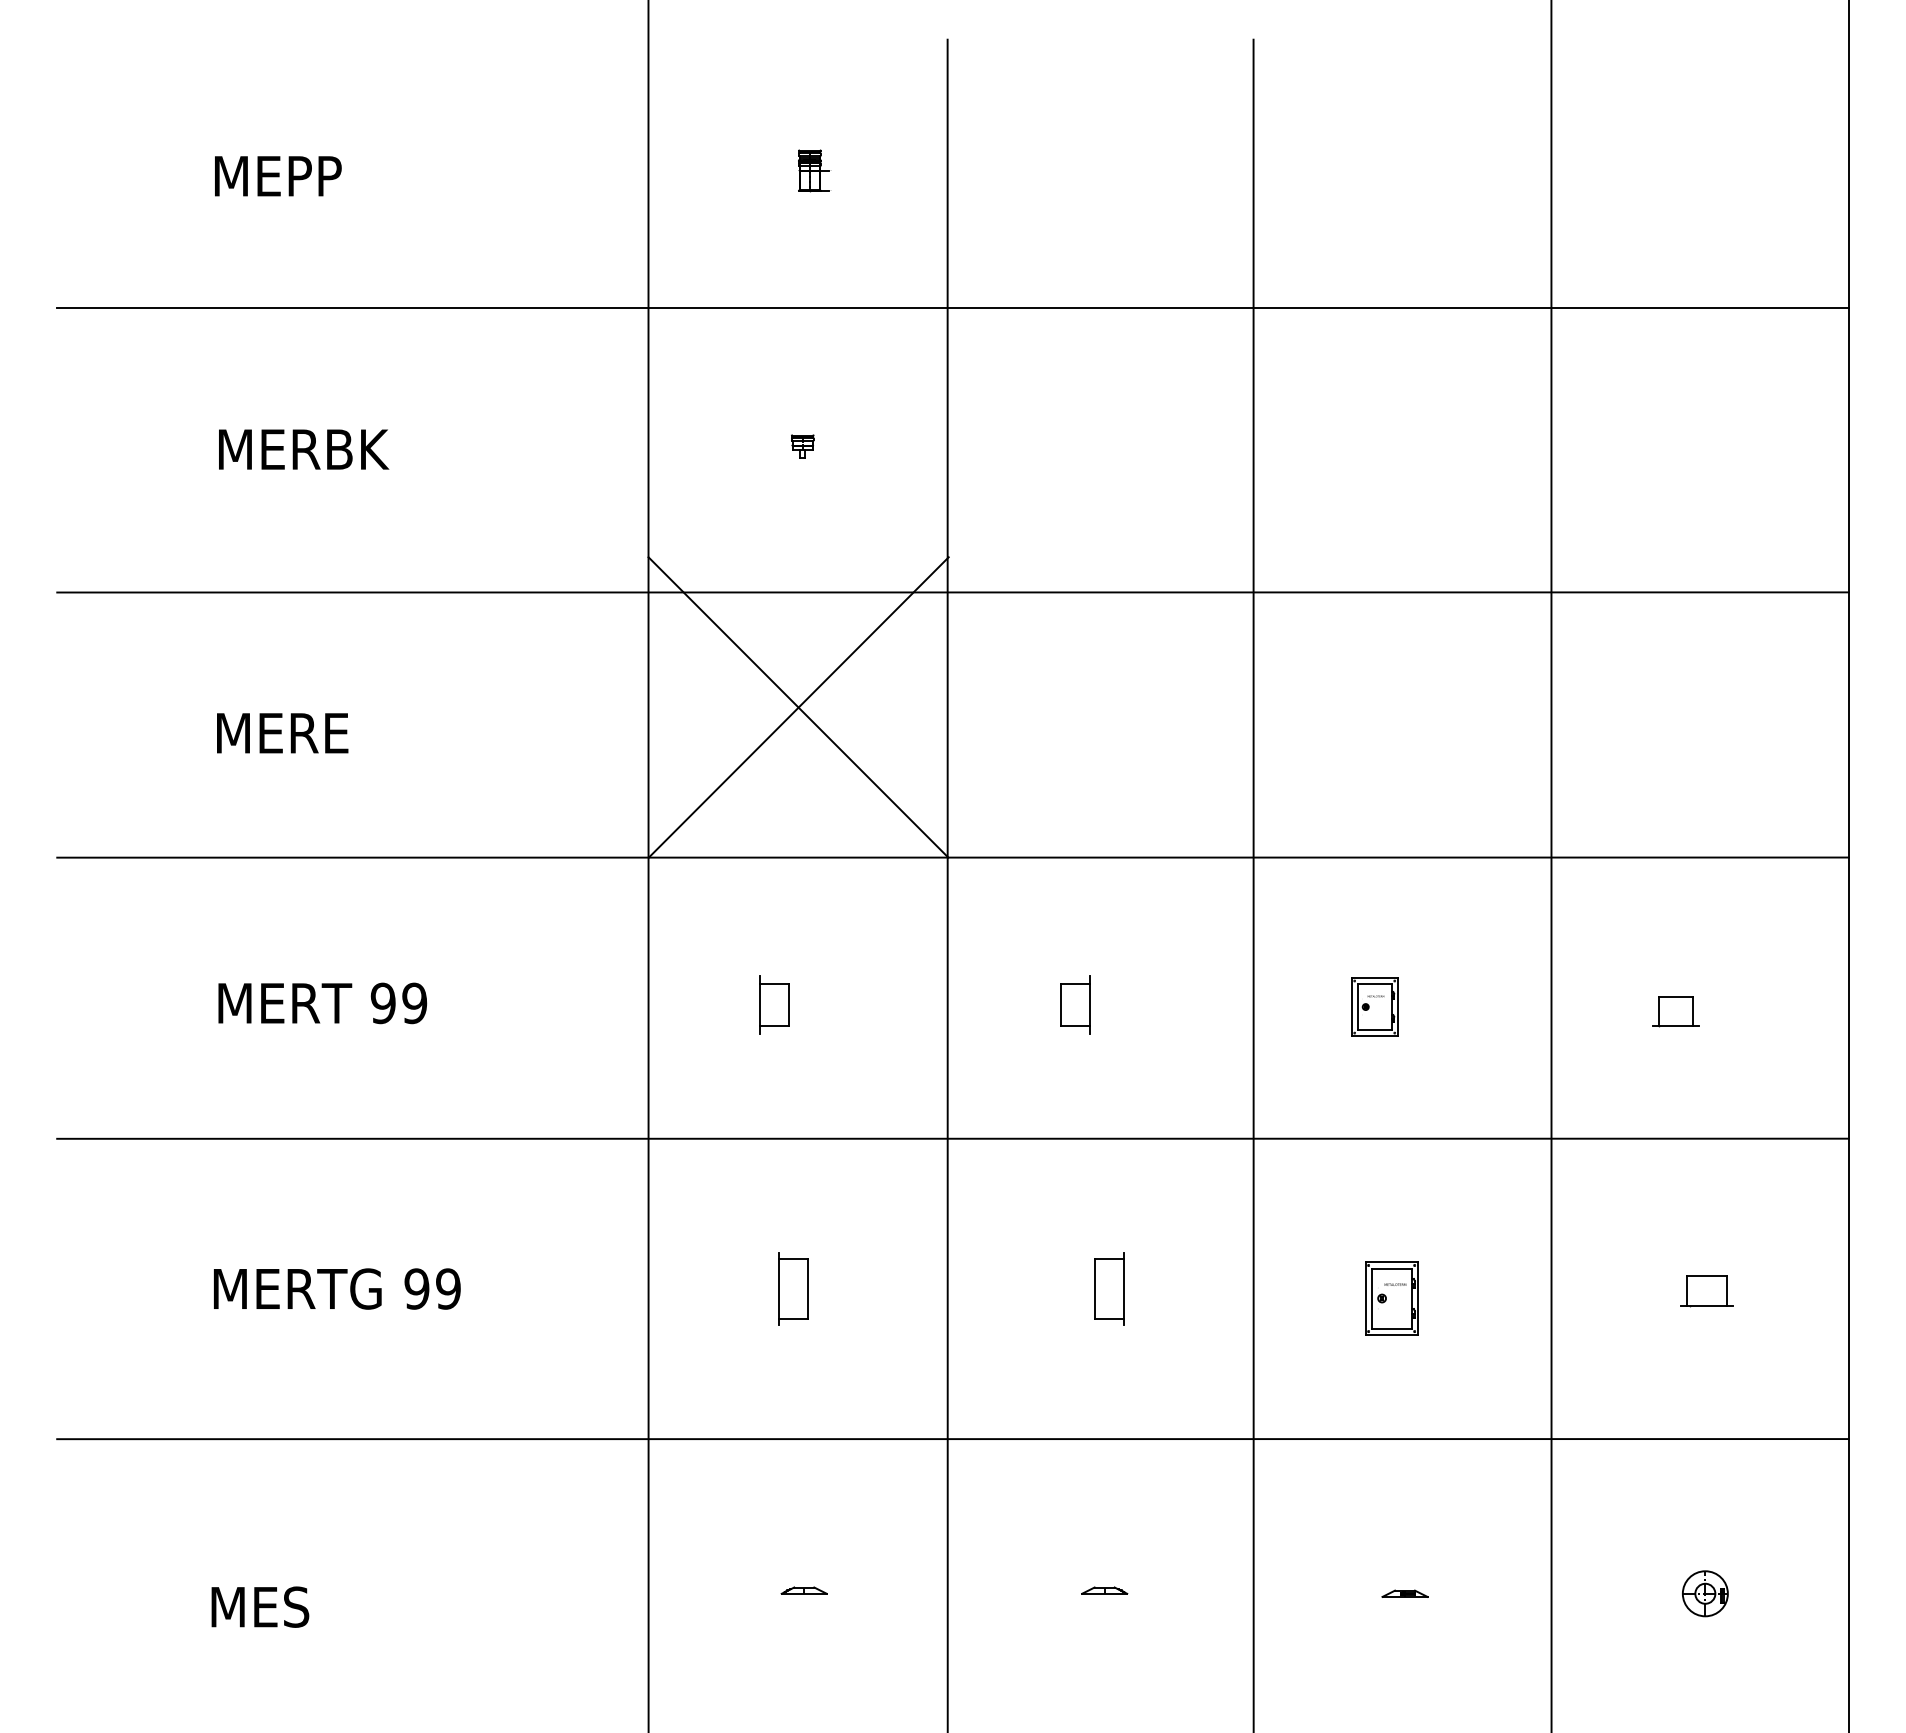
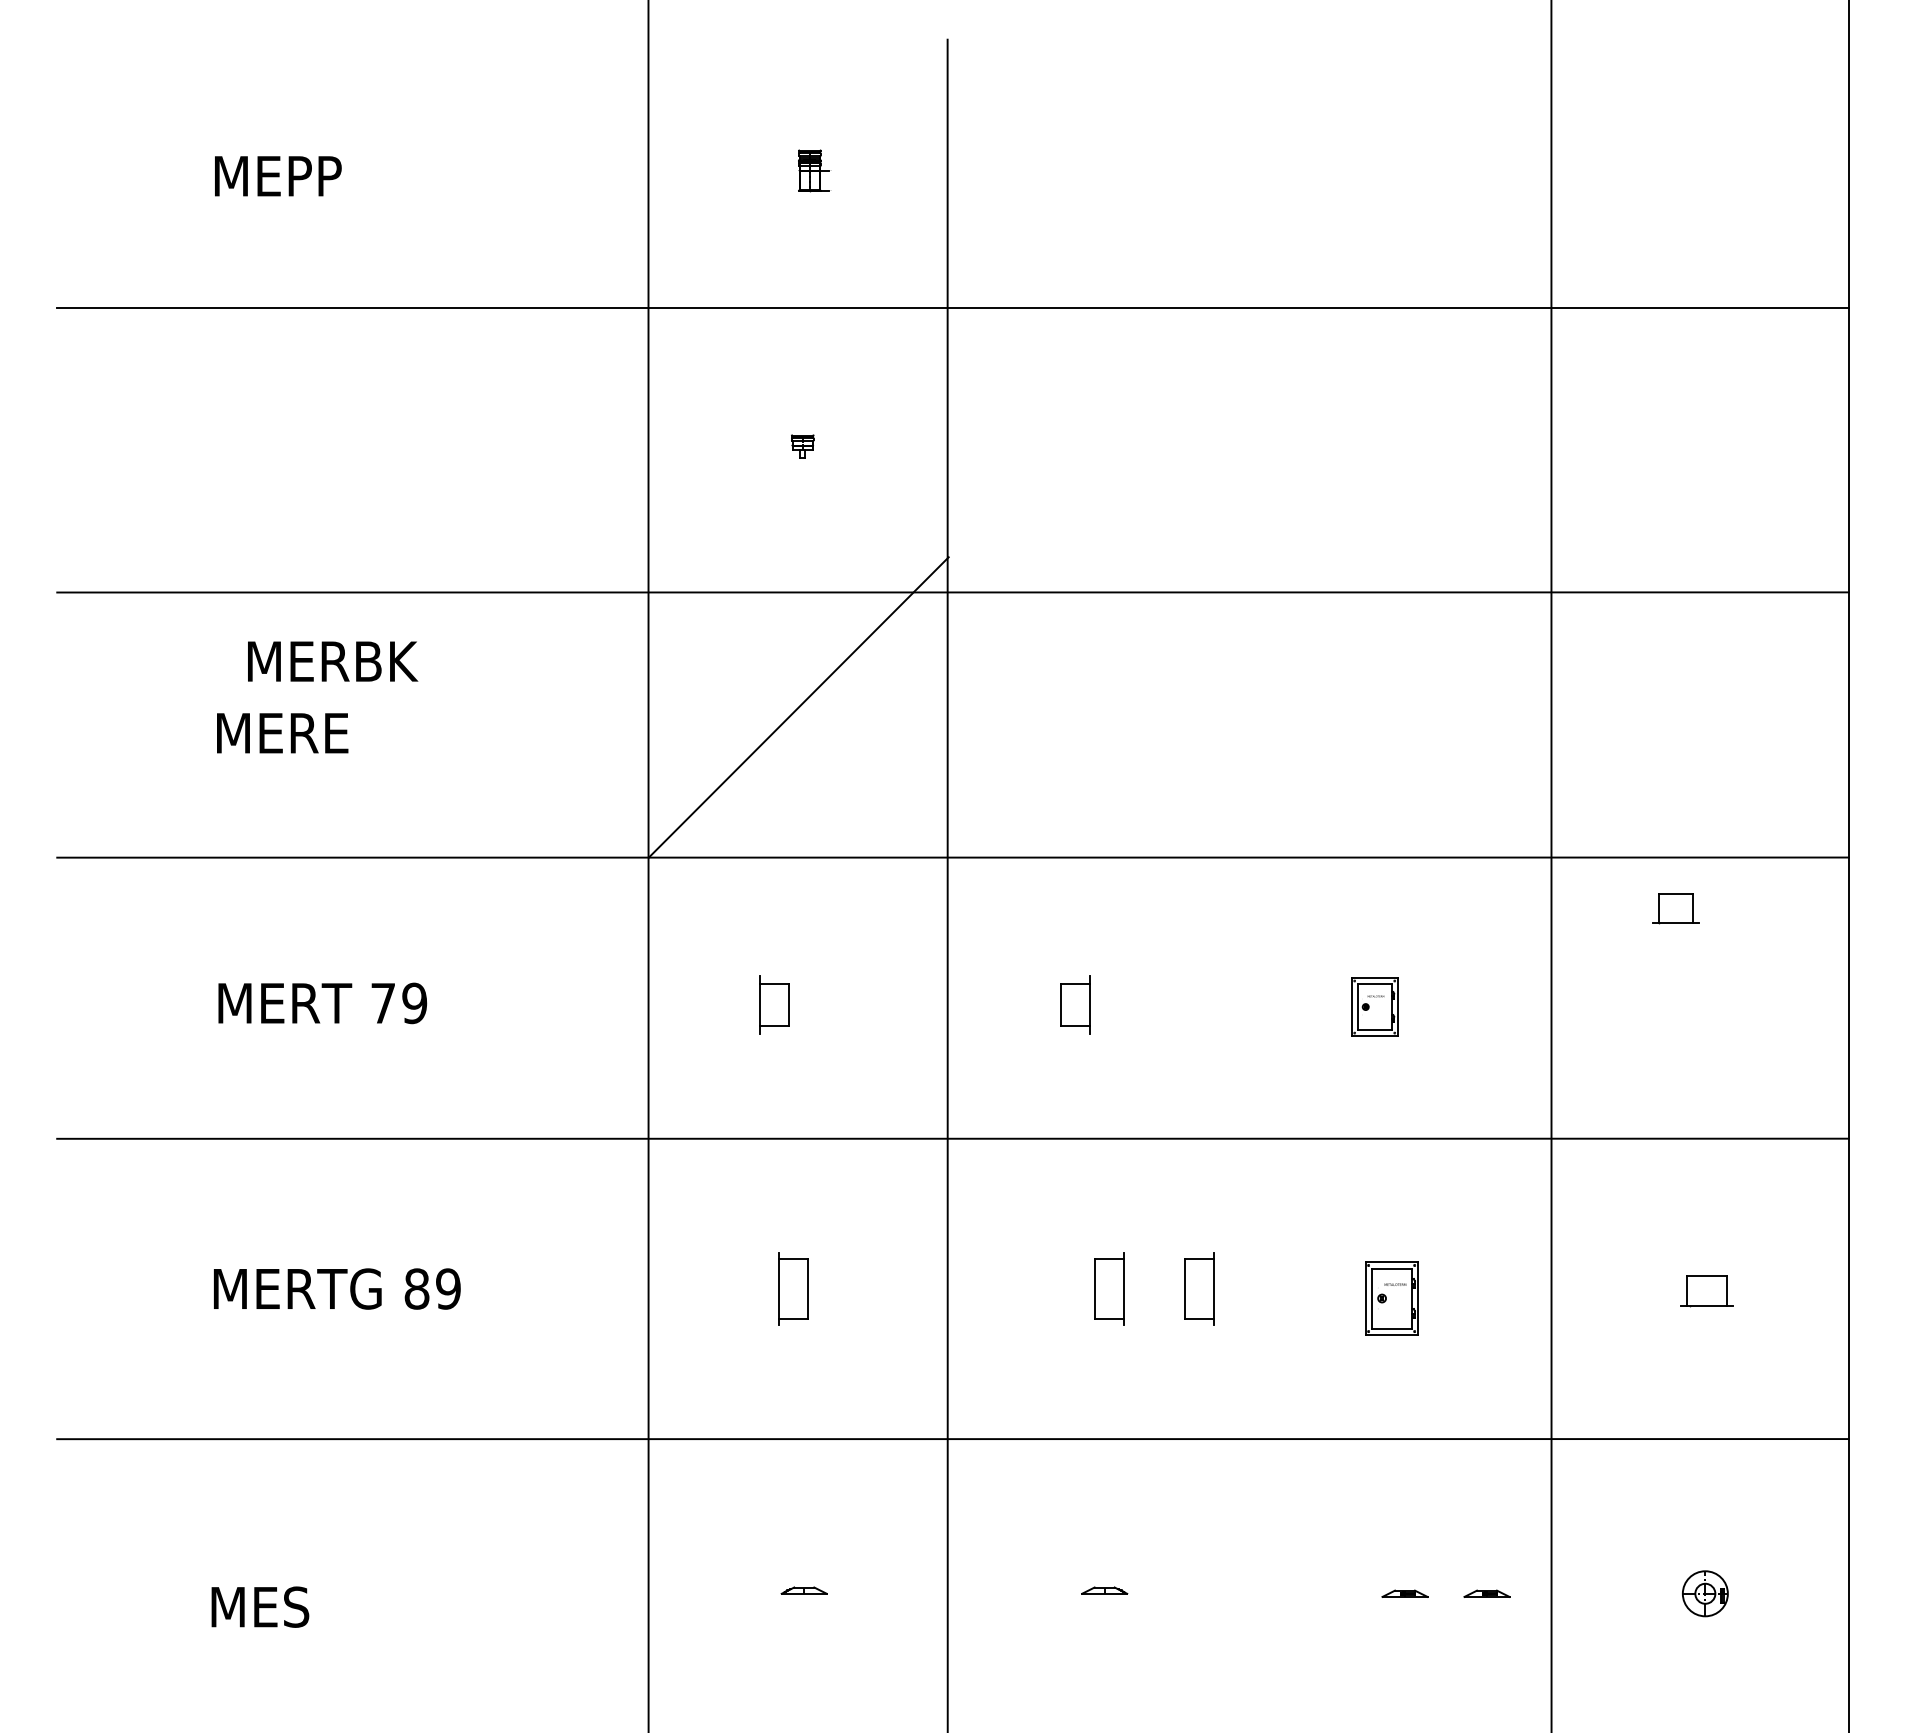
text at (304, 449) position: (304, 449) -> (333, 661)
line at (798, 707): present -> none
line at (1253, 884): present -> none
text at (382, 1003): 99 -> 79
part at (1675, 1011) position: (1675, 1011) -> (1675, 908)
text at (416, 1288): 99 -> 89
part at (1199, 1288): none -> present
part at (1486, 1593): none -> present
